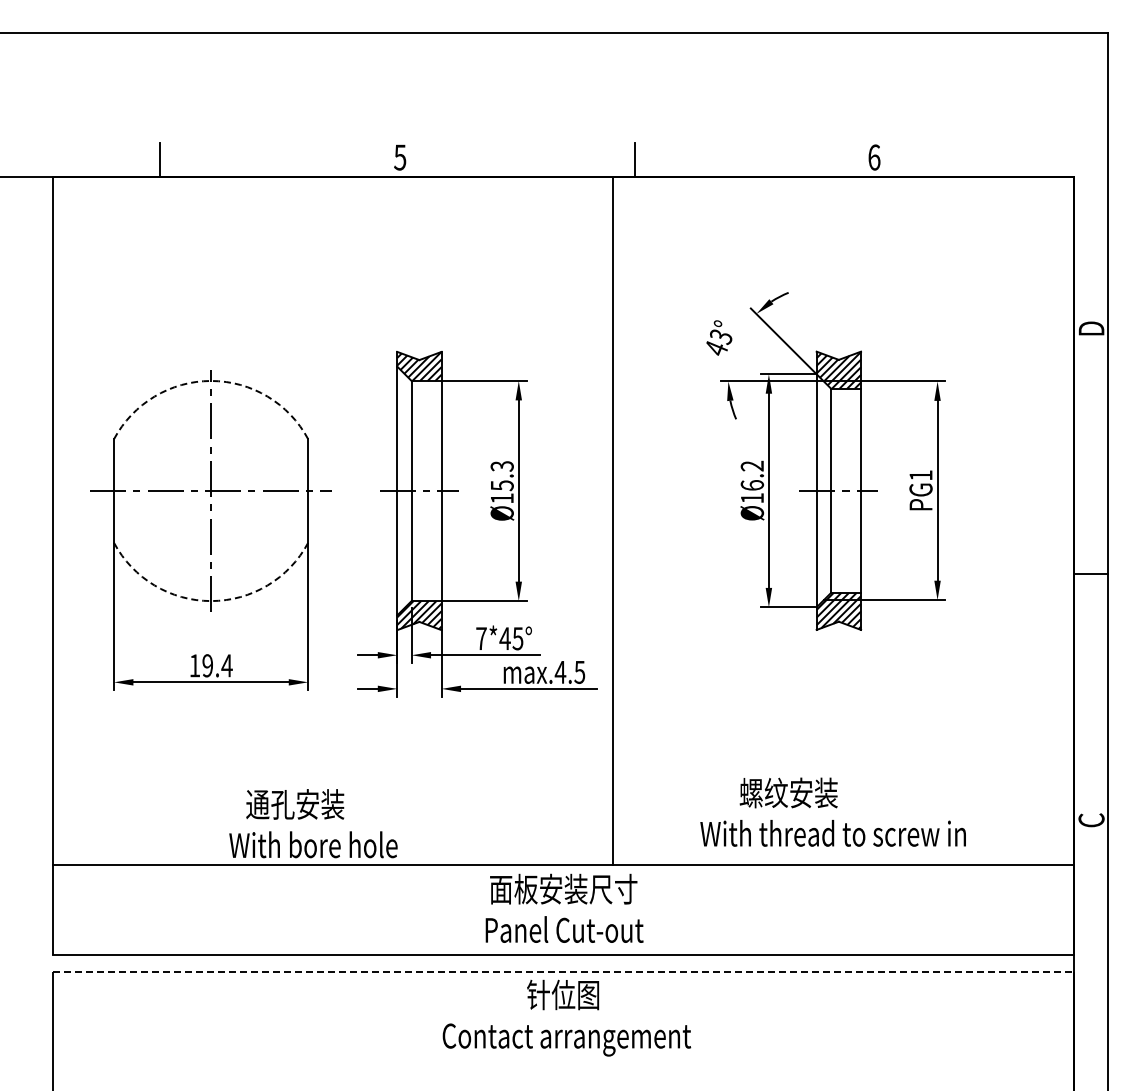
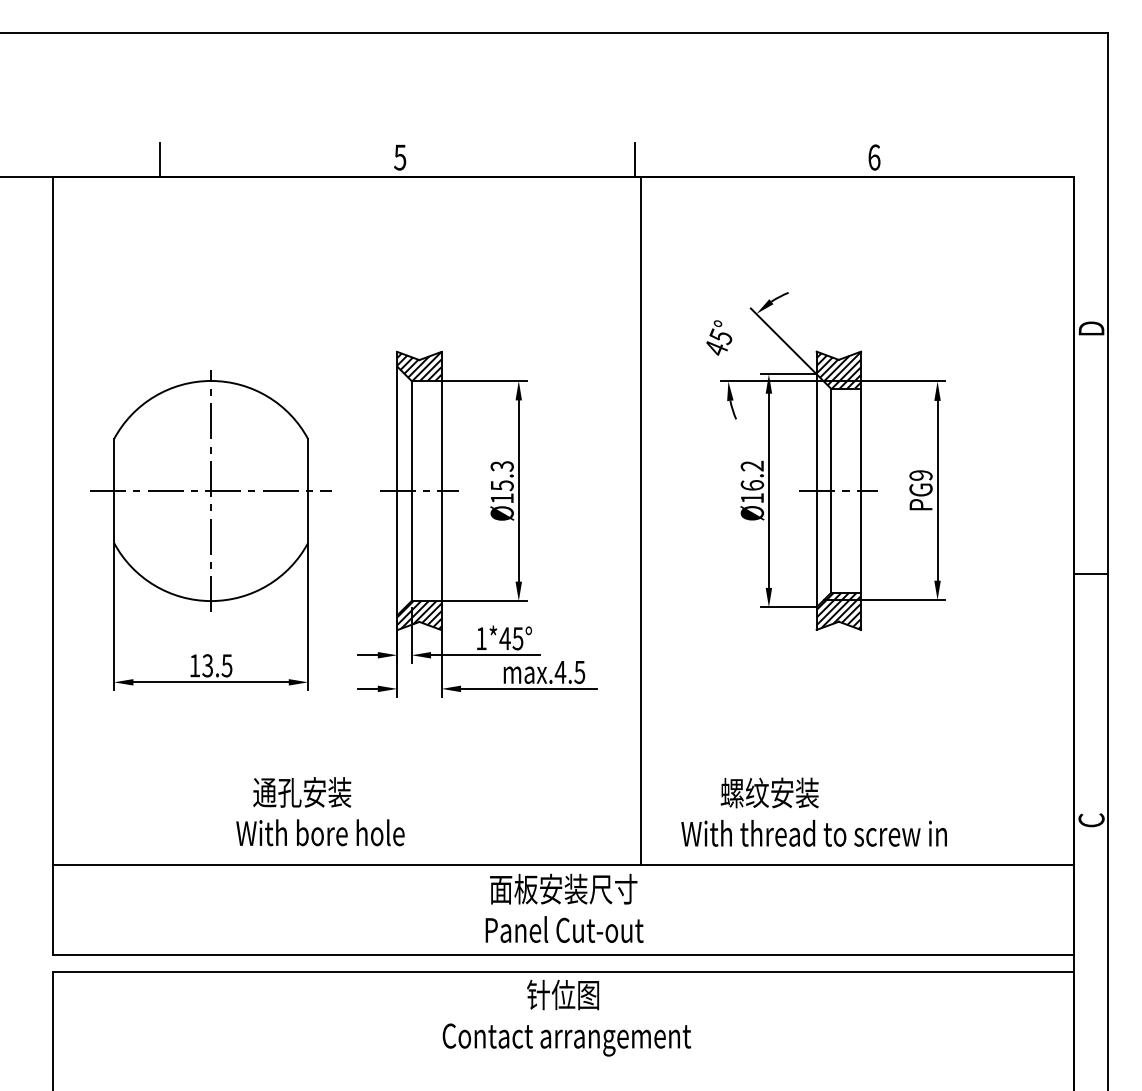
text at (720, 335): 43° -> 45°
arc at (211, 380): dashed -> solid
text at (920, 475): PG1 -> PG9
line at (613, 520) position: (613, 520) -> (641, 520)
arc at (211, 601): dashed -> solid
text at (481, 638): 7*45° -> 1*45°
text at (217, 665): 19.4 -> 13.5
text at (832, 811) position: (832, 811) -> (813, 811)
text at (313, 823) position: (313, 823) -> (320, 811)
line at (563, 972): dashed -> solid
